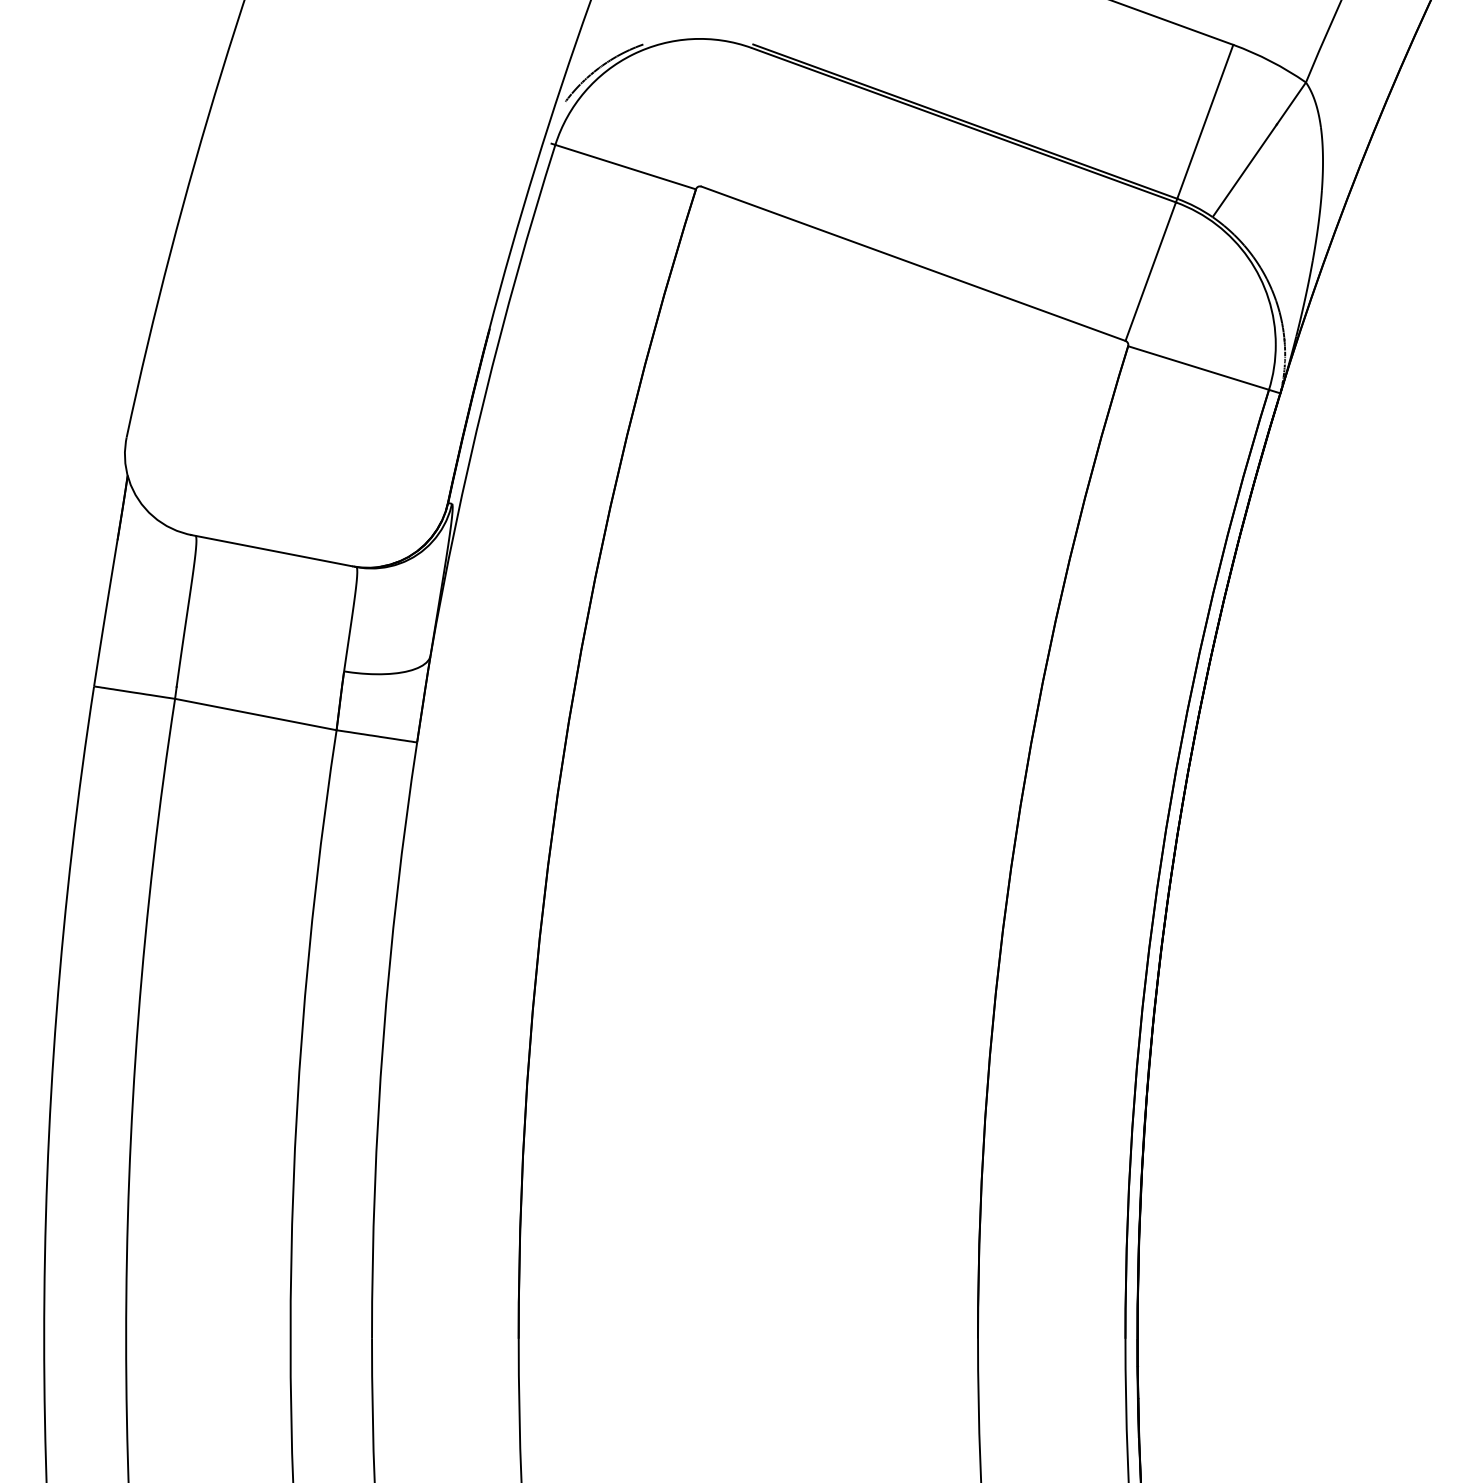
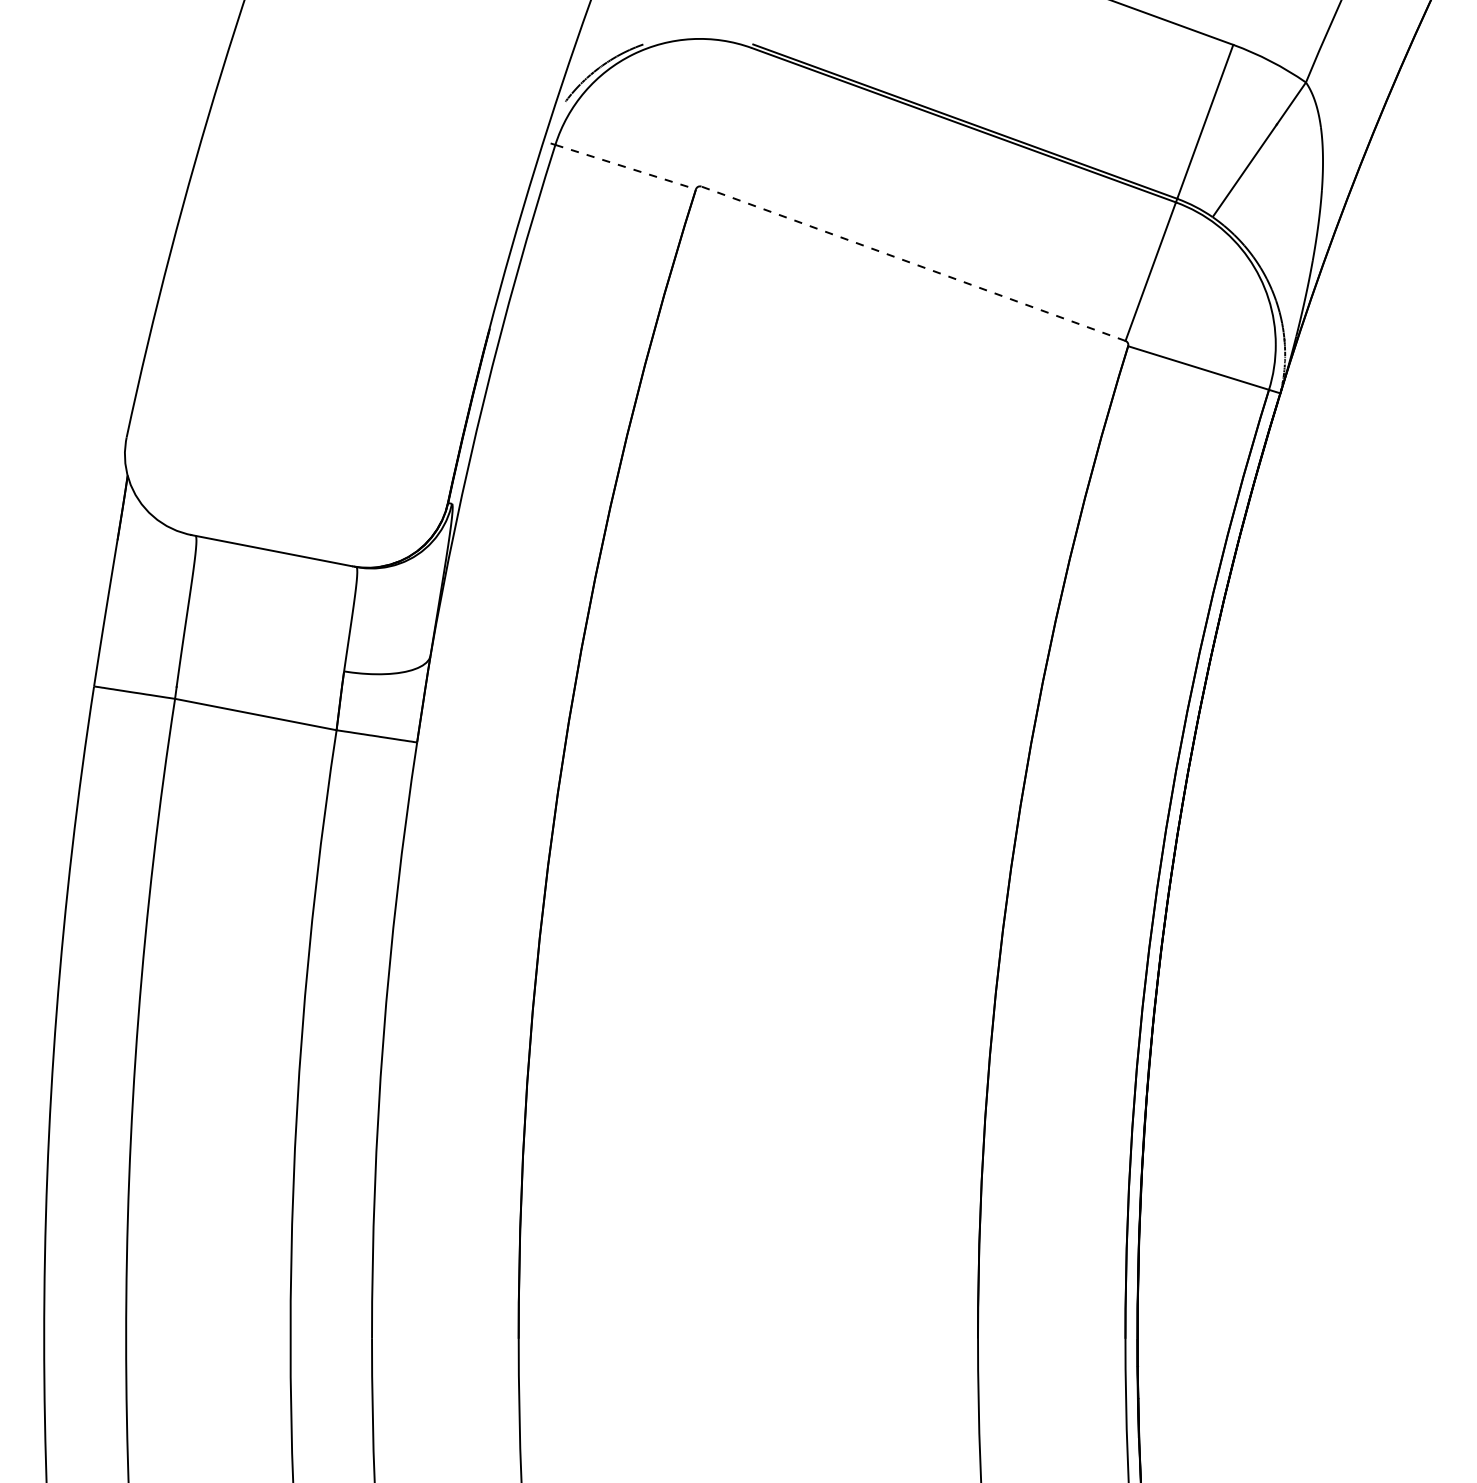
line at (625, 167): solid -> dashed
line at (913, 263): solid -> dashed
